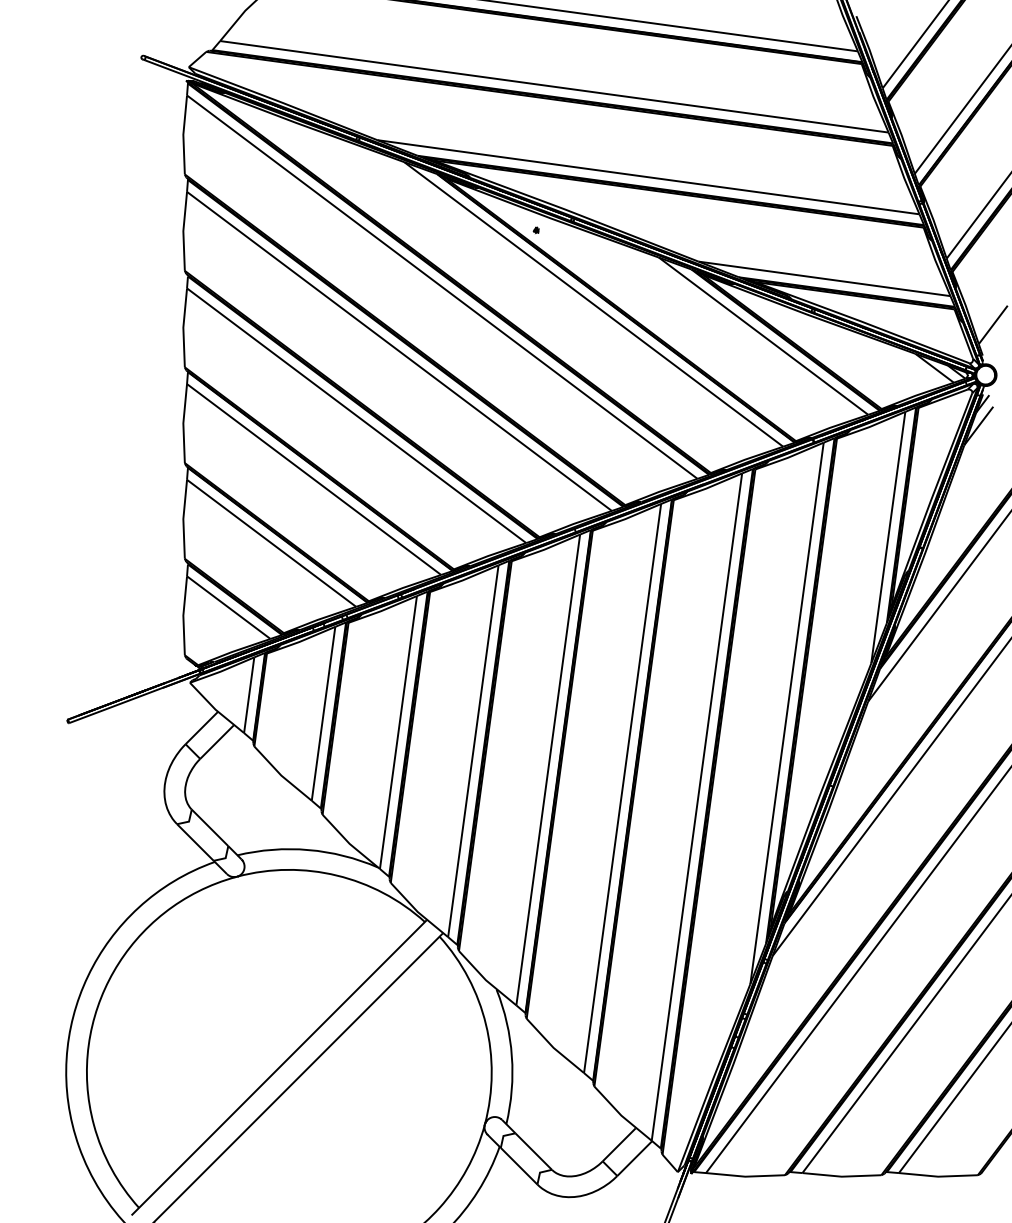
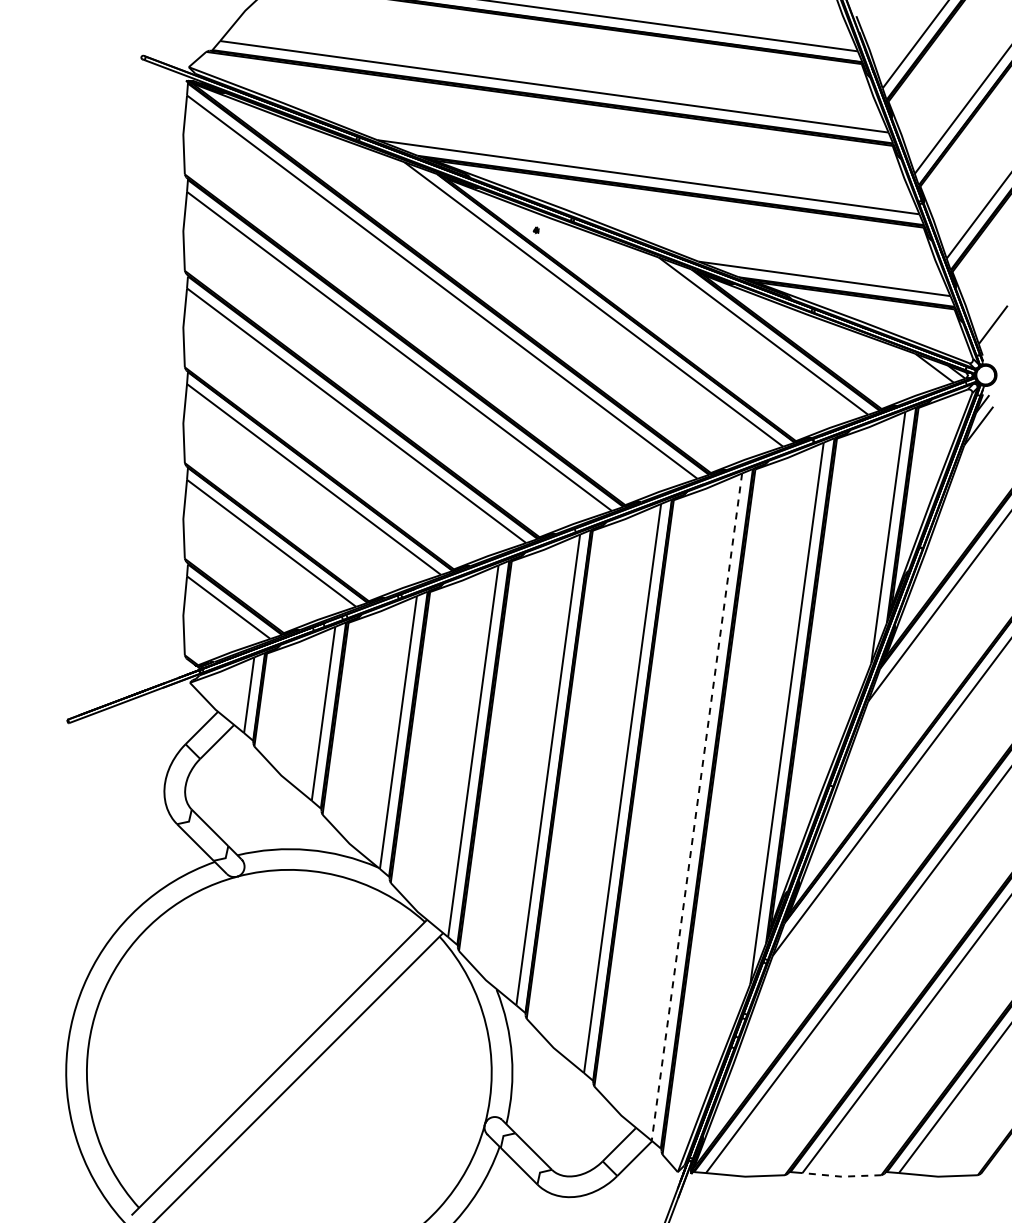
line at (696, 807): solid -> dashed
line at (841, 1176): solid -> dashed
